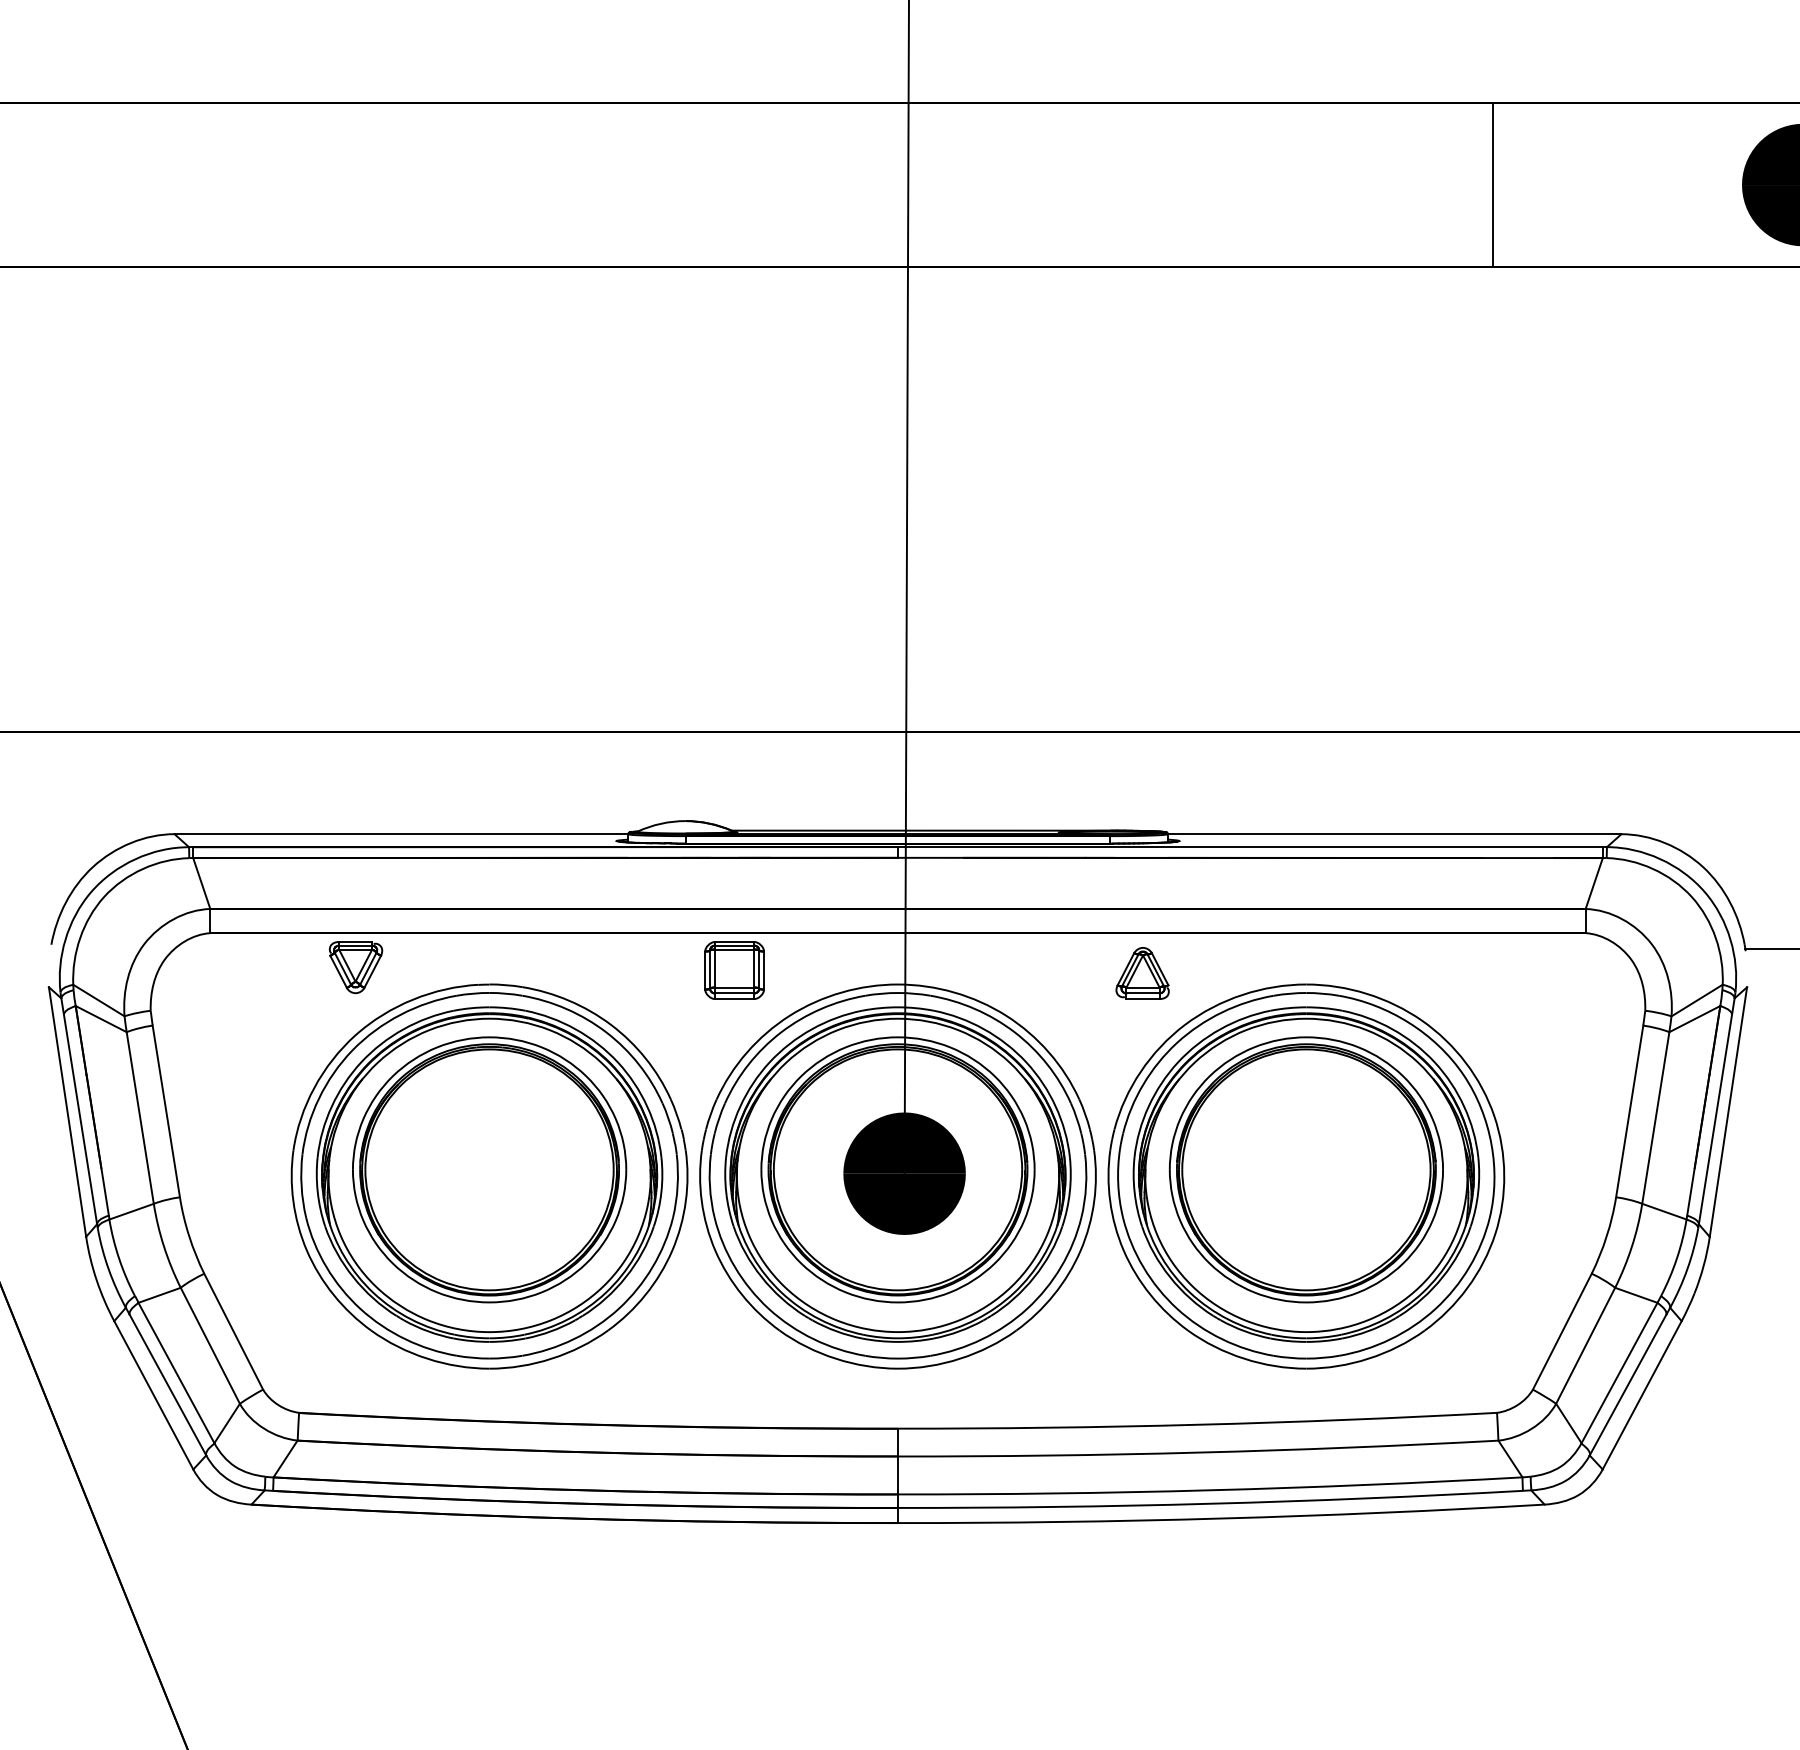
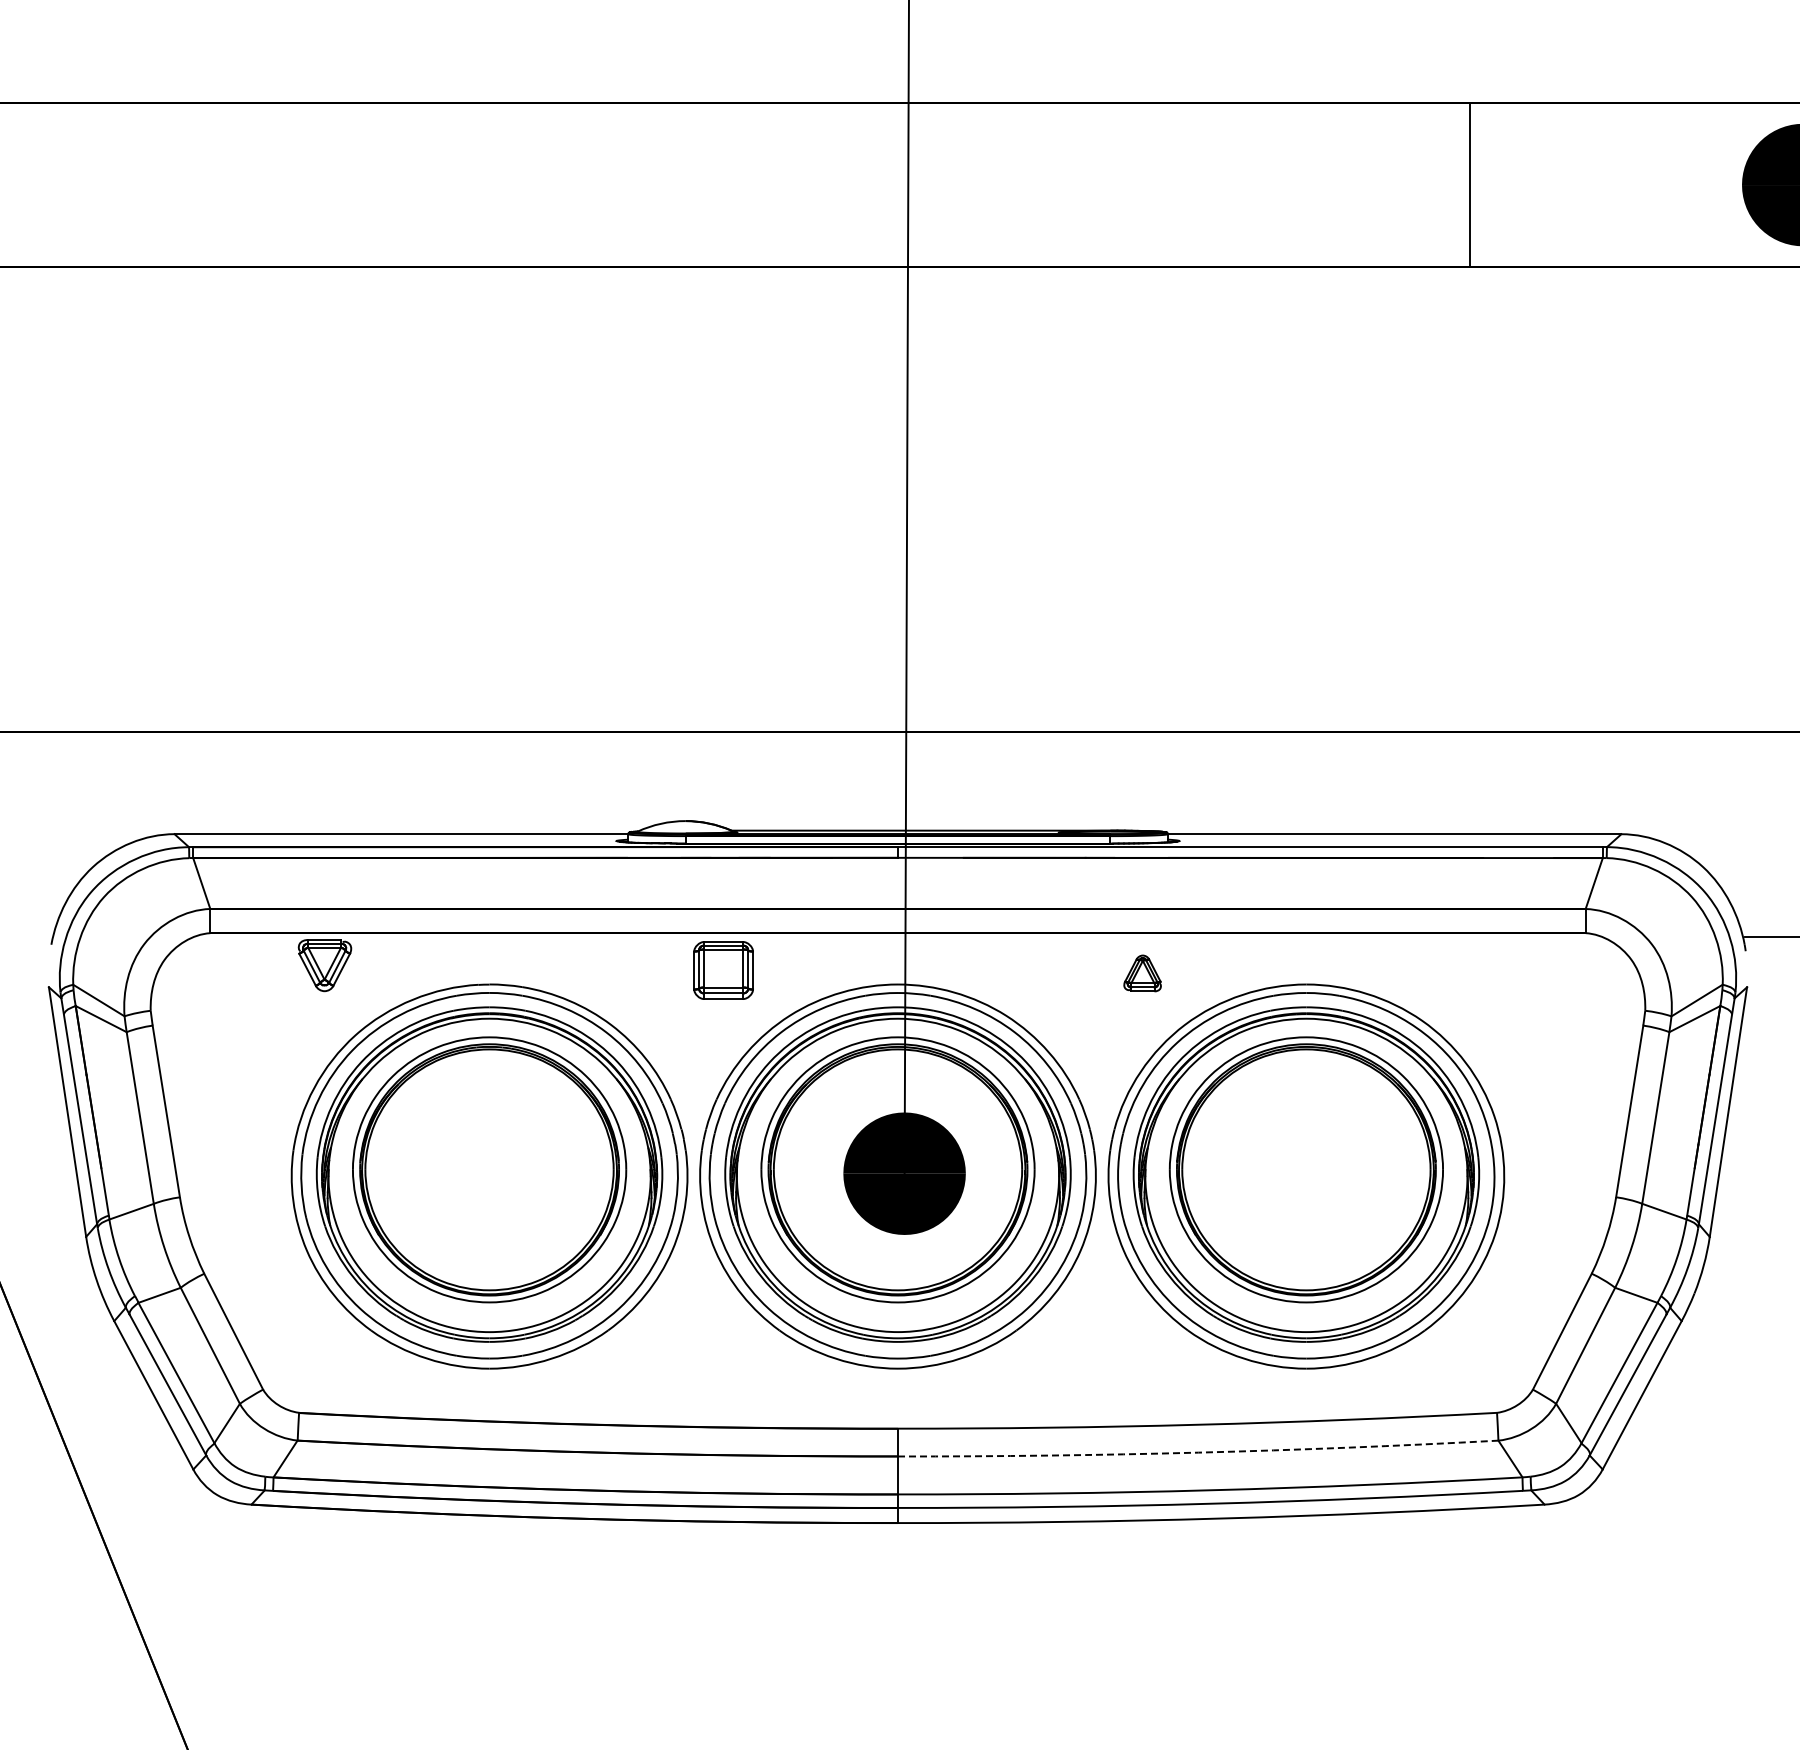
line at (1493, 184) position: (1493, 184) -> (1470, 184)
line at (1770, 948) position: (1770, 948) -> (1770, 936)
part at (355, 967) position: (355, 967) -> (324, 965)
part at (734, 970) position: (734, 970) -> (723, 970)
part at (1142, 973) size: 55x53 px -> 39x39 px
arc at (1198, 1452): solid -> dashed
